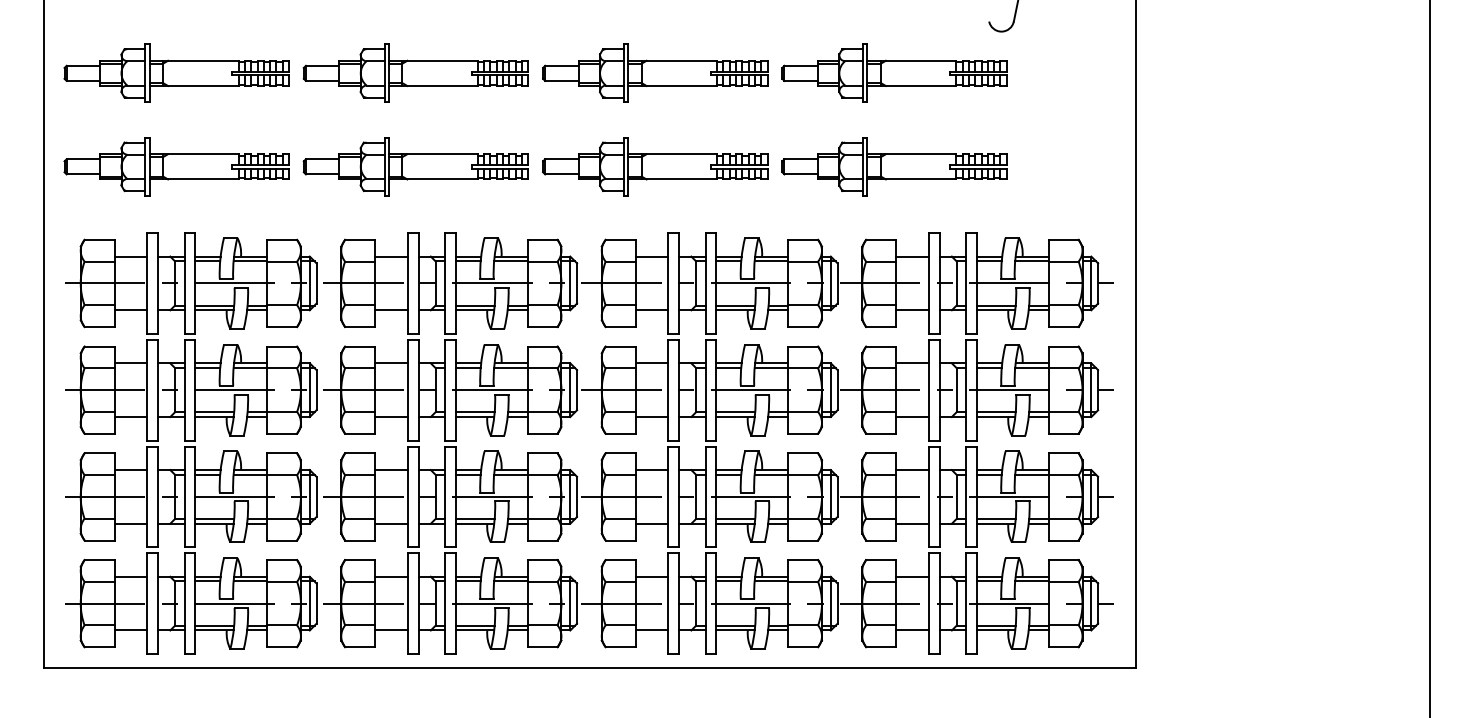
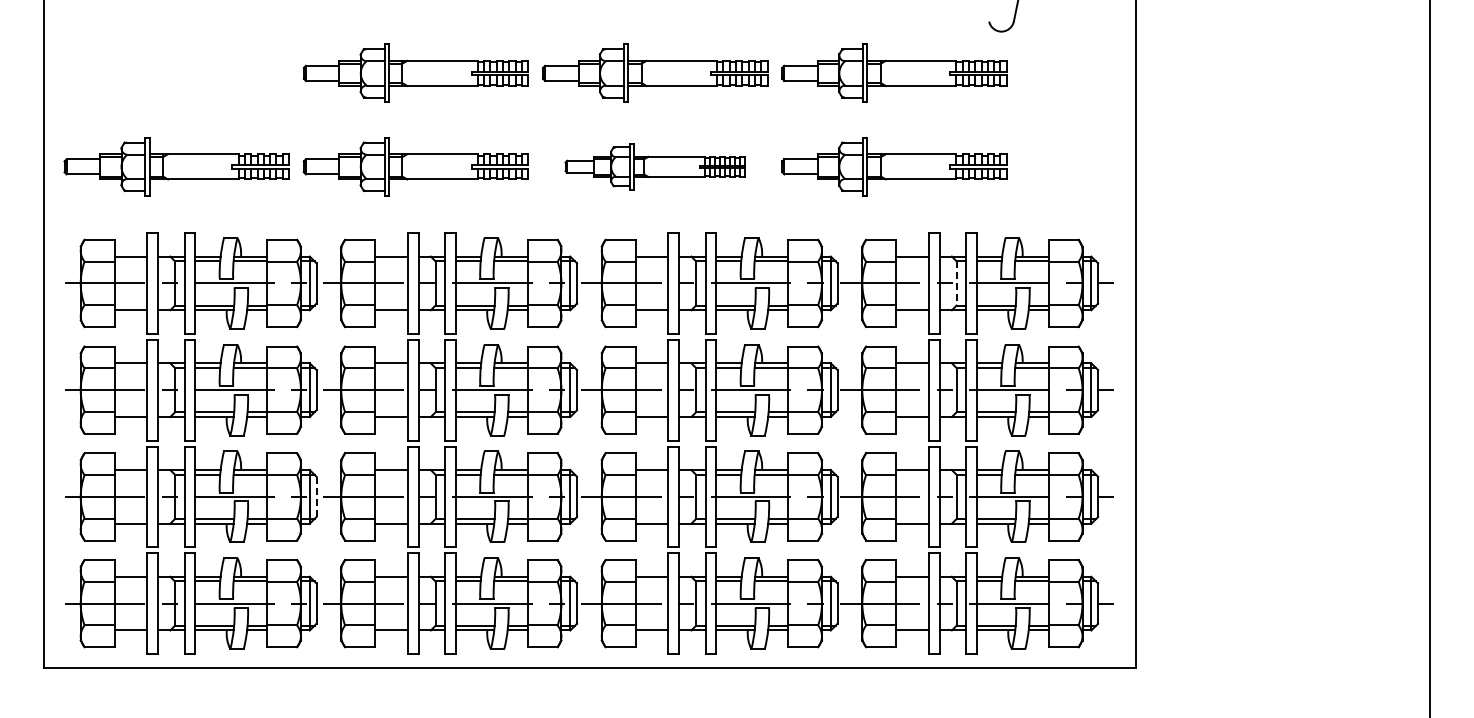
part at (176, 72): present -> none
part at (655, 166) size: 227x60 px -> 182x48 px
line at (956, 283): solid -> dashed
line at (316, 497): solid -> dashed
